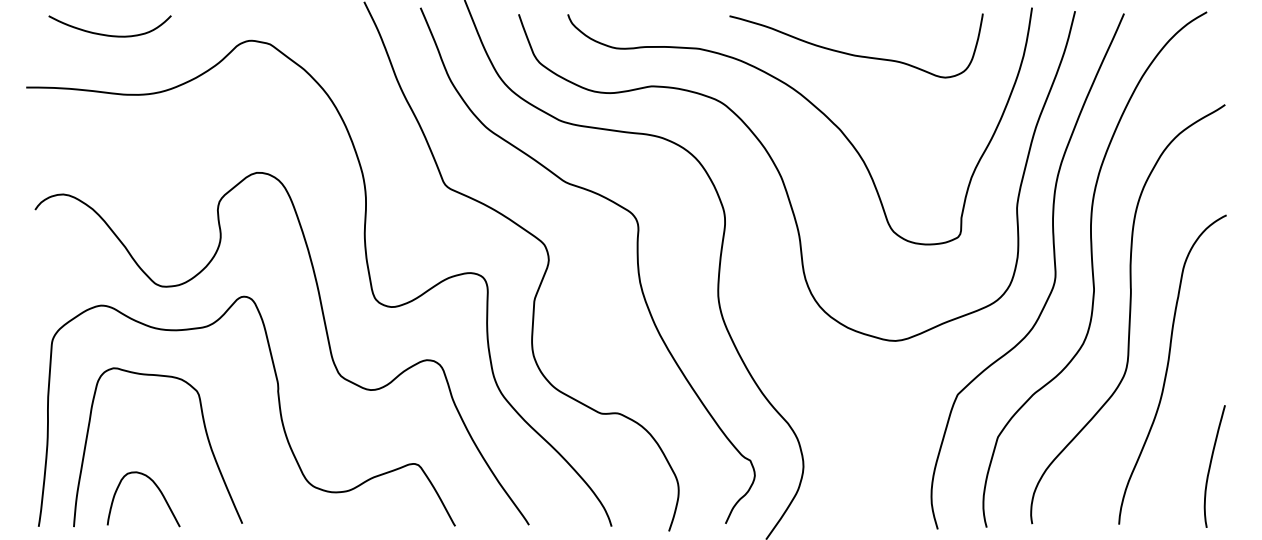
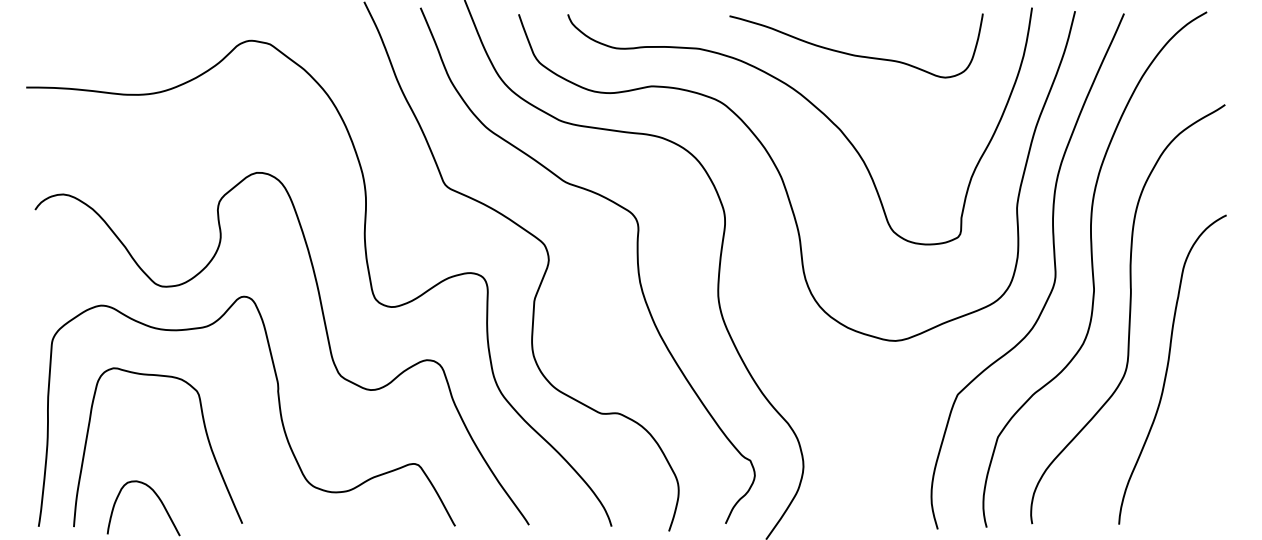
curve at (108, 34): present -> none
curve at (1211, 465): present -> none
curve at (158, 490) position: (158, 490) -> (158, 499)
